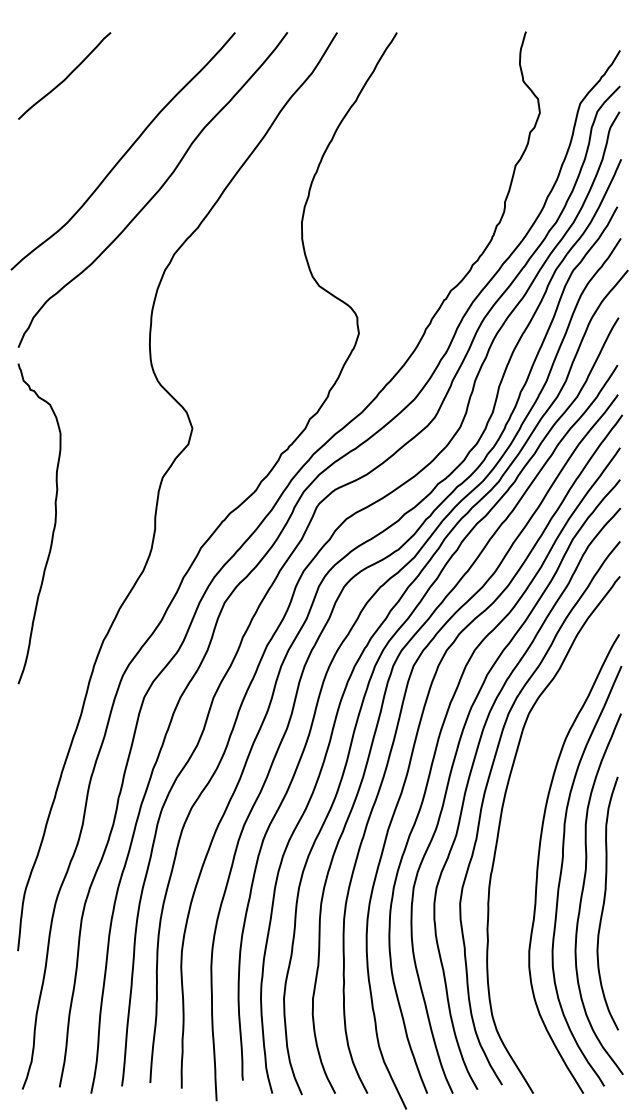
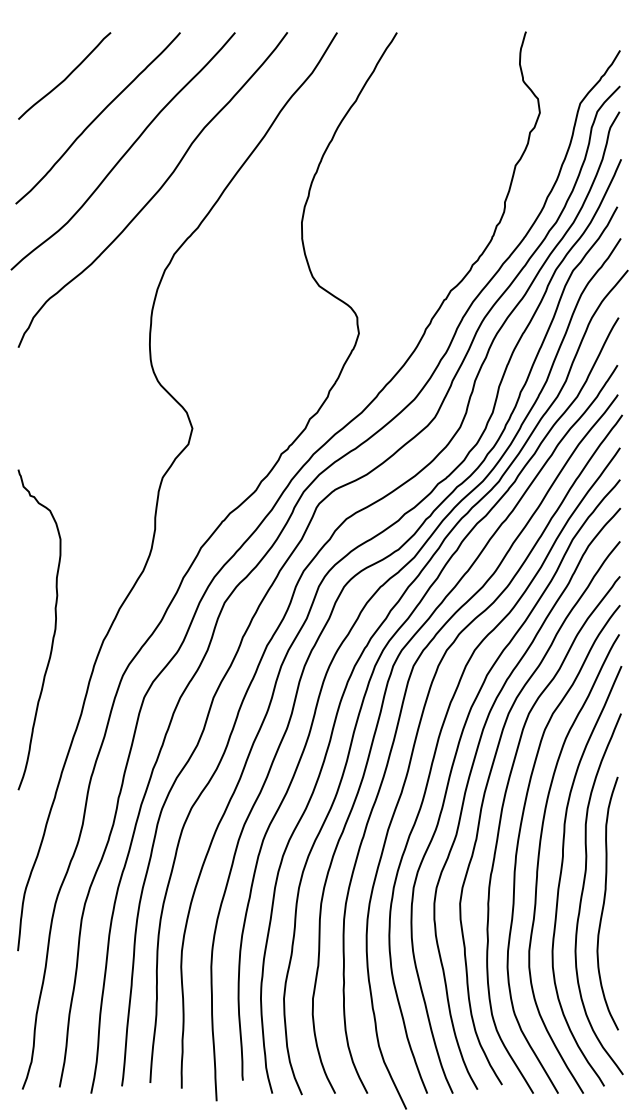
curve at (97, 118): none -> present
curve at (53, 526) position: (53, 526) -> (53, 632)
curve at (519, 840): none -> present
